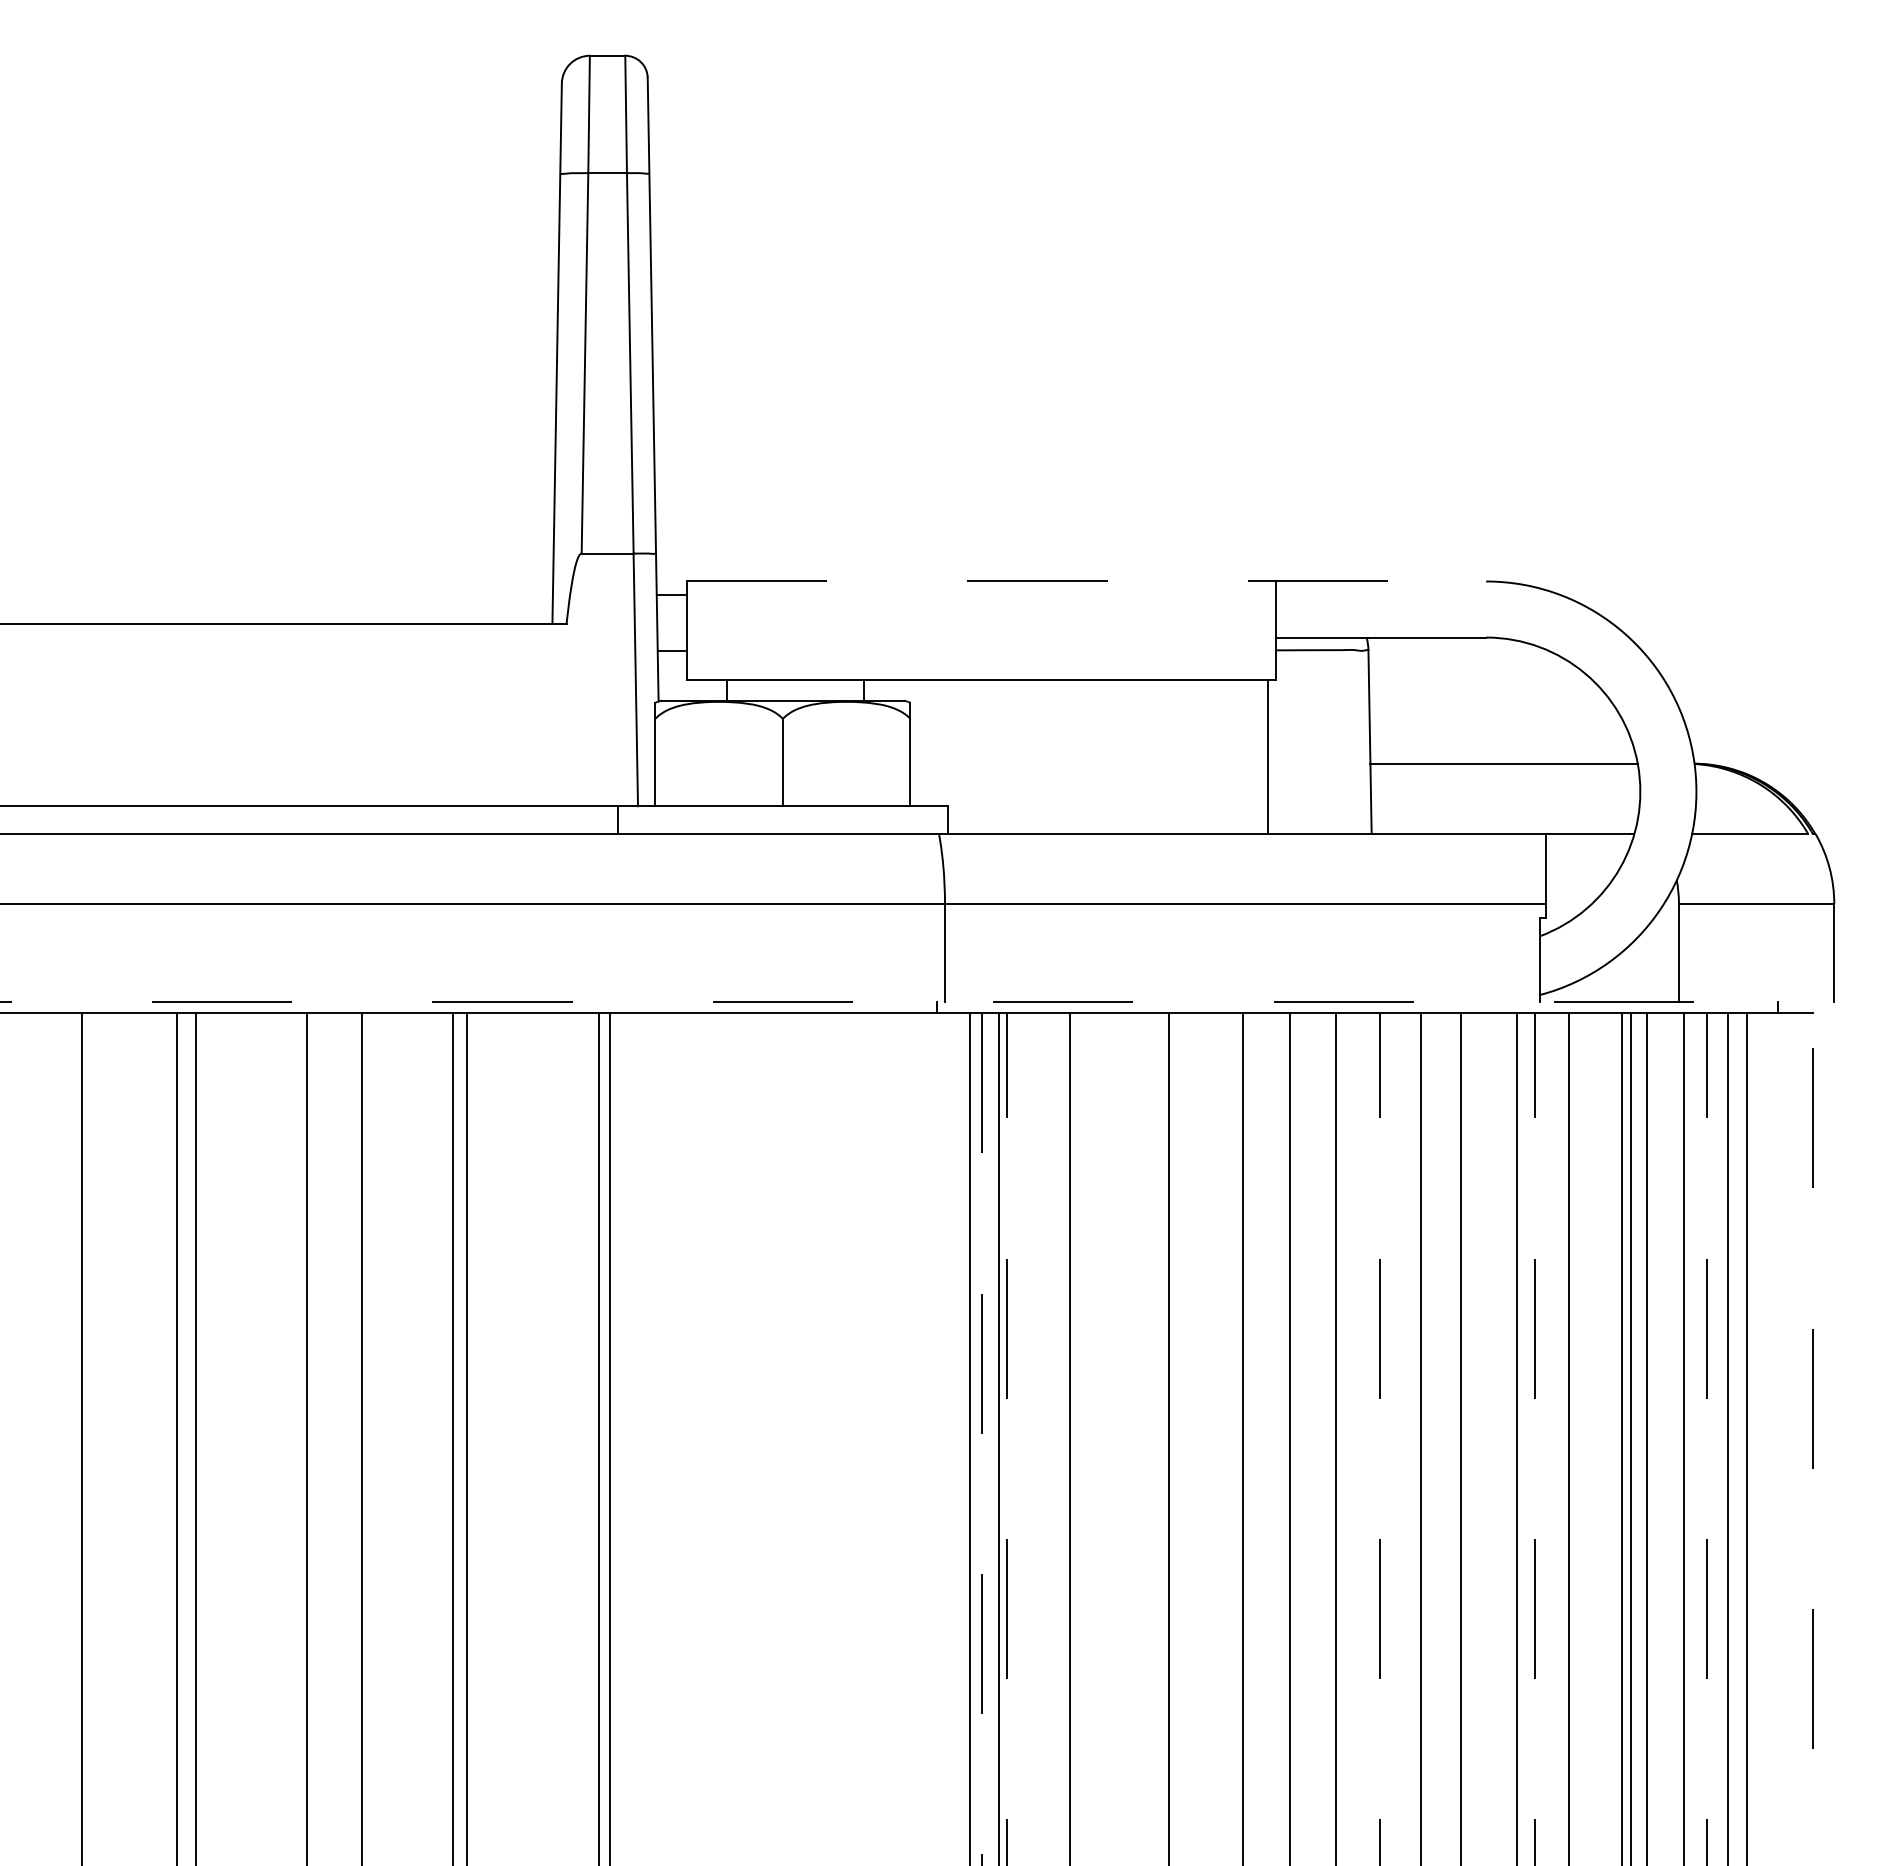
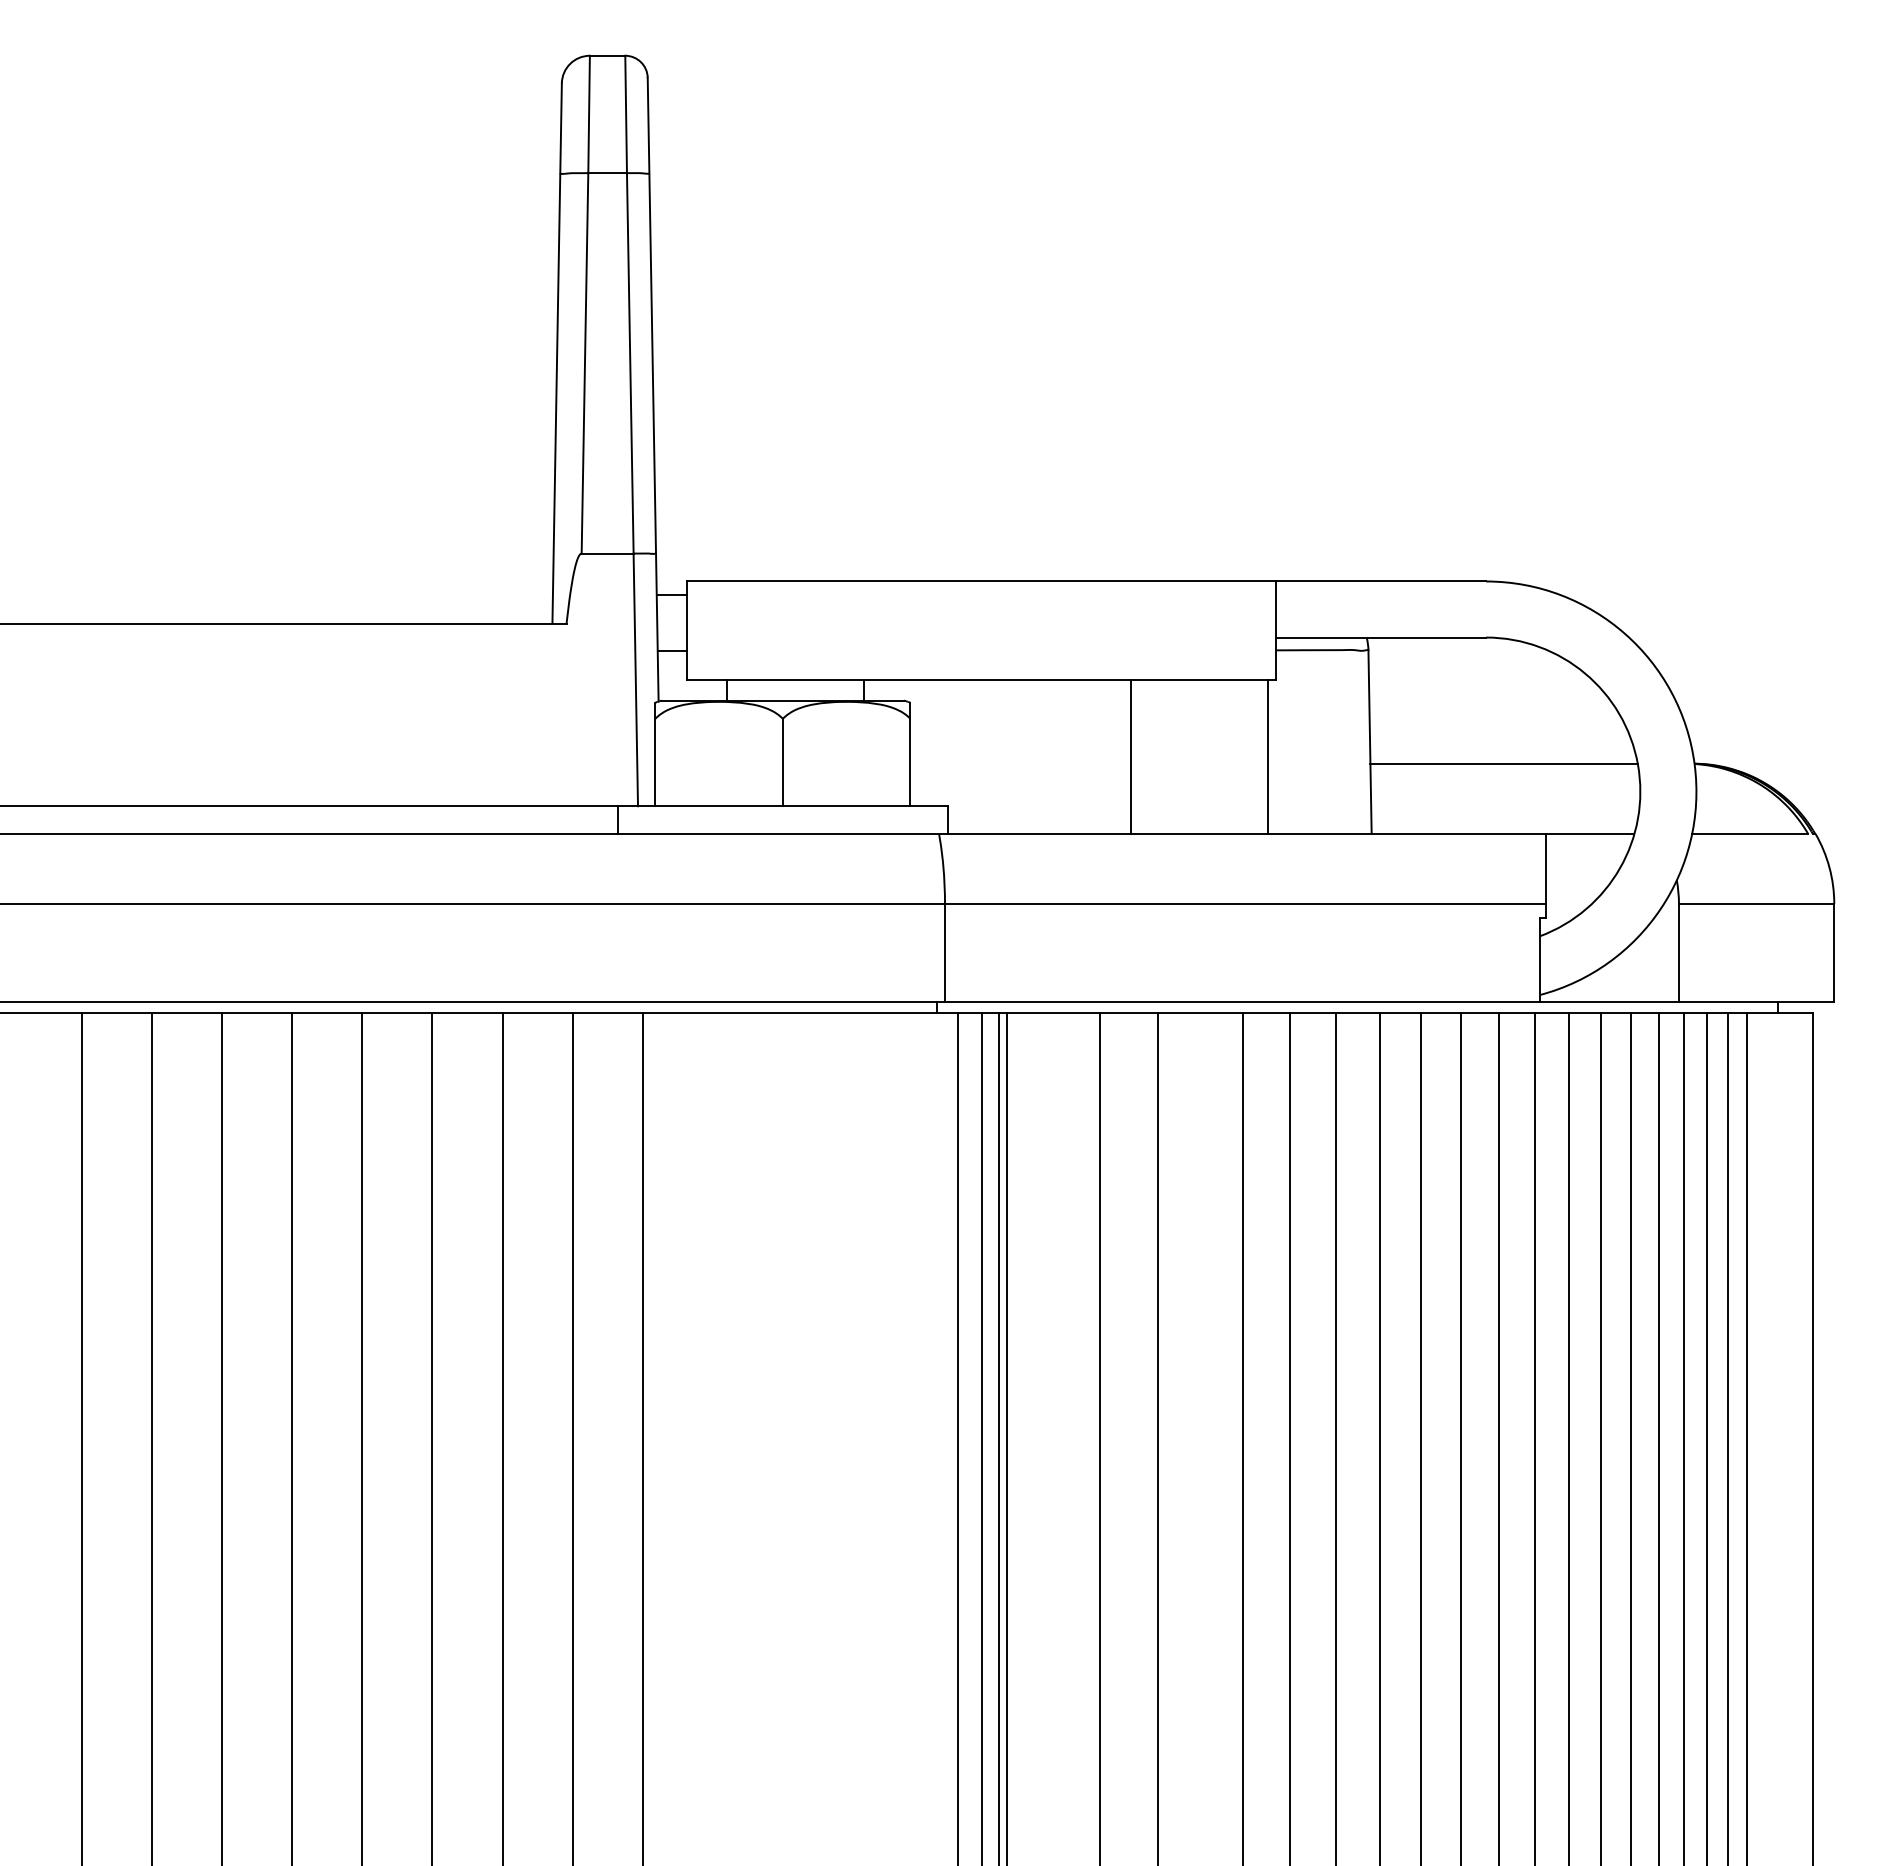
line at (1086, 581): dashed -> solid
line at (1130, 756): none -> present
line at (917, 1002): dashed -> solid
line at (177, 1437) position: (177, 1437) -> (152, 1437)
line at (196, 1437) position: (196, 1437) -> (222, 1437)
line at (307, 1437) position: (307, 1437) -> (292, 1437)
line at (453, 1437) position: (453, 1437) -> (432, 1437)
line at (466, 1437) position: (466, 1437) -> (502, 1437)
line at (598, 1437) position: (598, 1437) -> (572, 1437)
line at (609, 1437) position: (609, 1437) -> (642, 1437)
line at (969, 1437) position: (969, 1437) -> (957, 1437)
line at (1069, 1437) position: (1069, 1437) -> (1099, 1437)
line at (1169, 1437) position: (1169, 1437) -> (1158, 1437)
line at (1517, 1437) position: (1517, 1437) -> (1499, 1437)
line at (1622, 1437) position: (1622, 1437) -> (1601, 1437)
line at (1646, 1437) position: (1646, 1437) -> (1658, 1437)
line at (1007, 1439): dashed -> solid
line at (1379, 1439): dashed -> solid
line at (1535, 1439): dashed -> solid
line at (1707, 1439): dashed -> solid
line at (1813, 1439): dashed -> solid
line at (982, 1440): dashed -> solid
